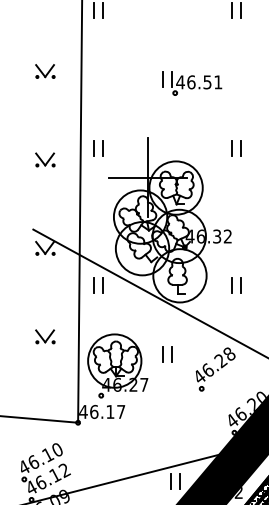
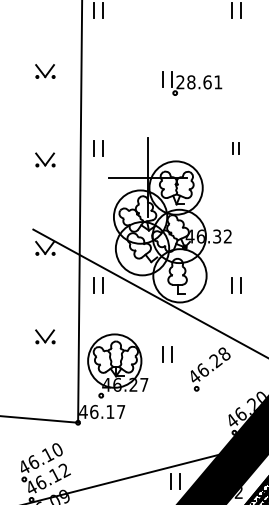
text at (193, 82): 46.51 -> 28.61
part at (236, 148) size: 11x17 px -> 8x13 px
part at (215, 369) position: (215, 369) -> (210, 369)
